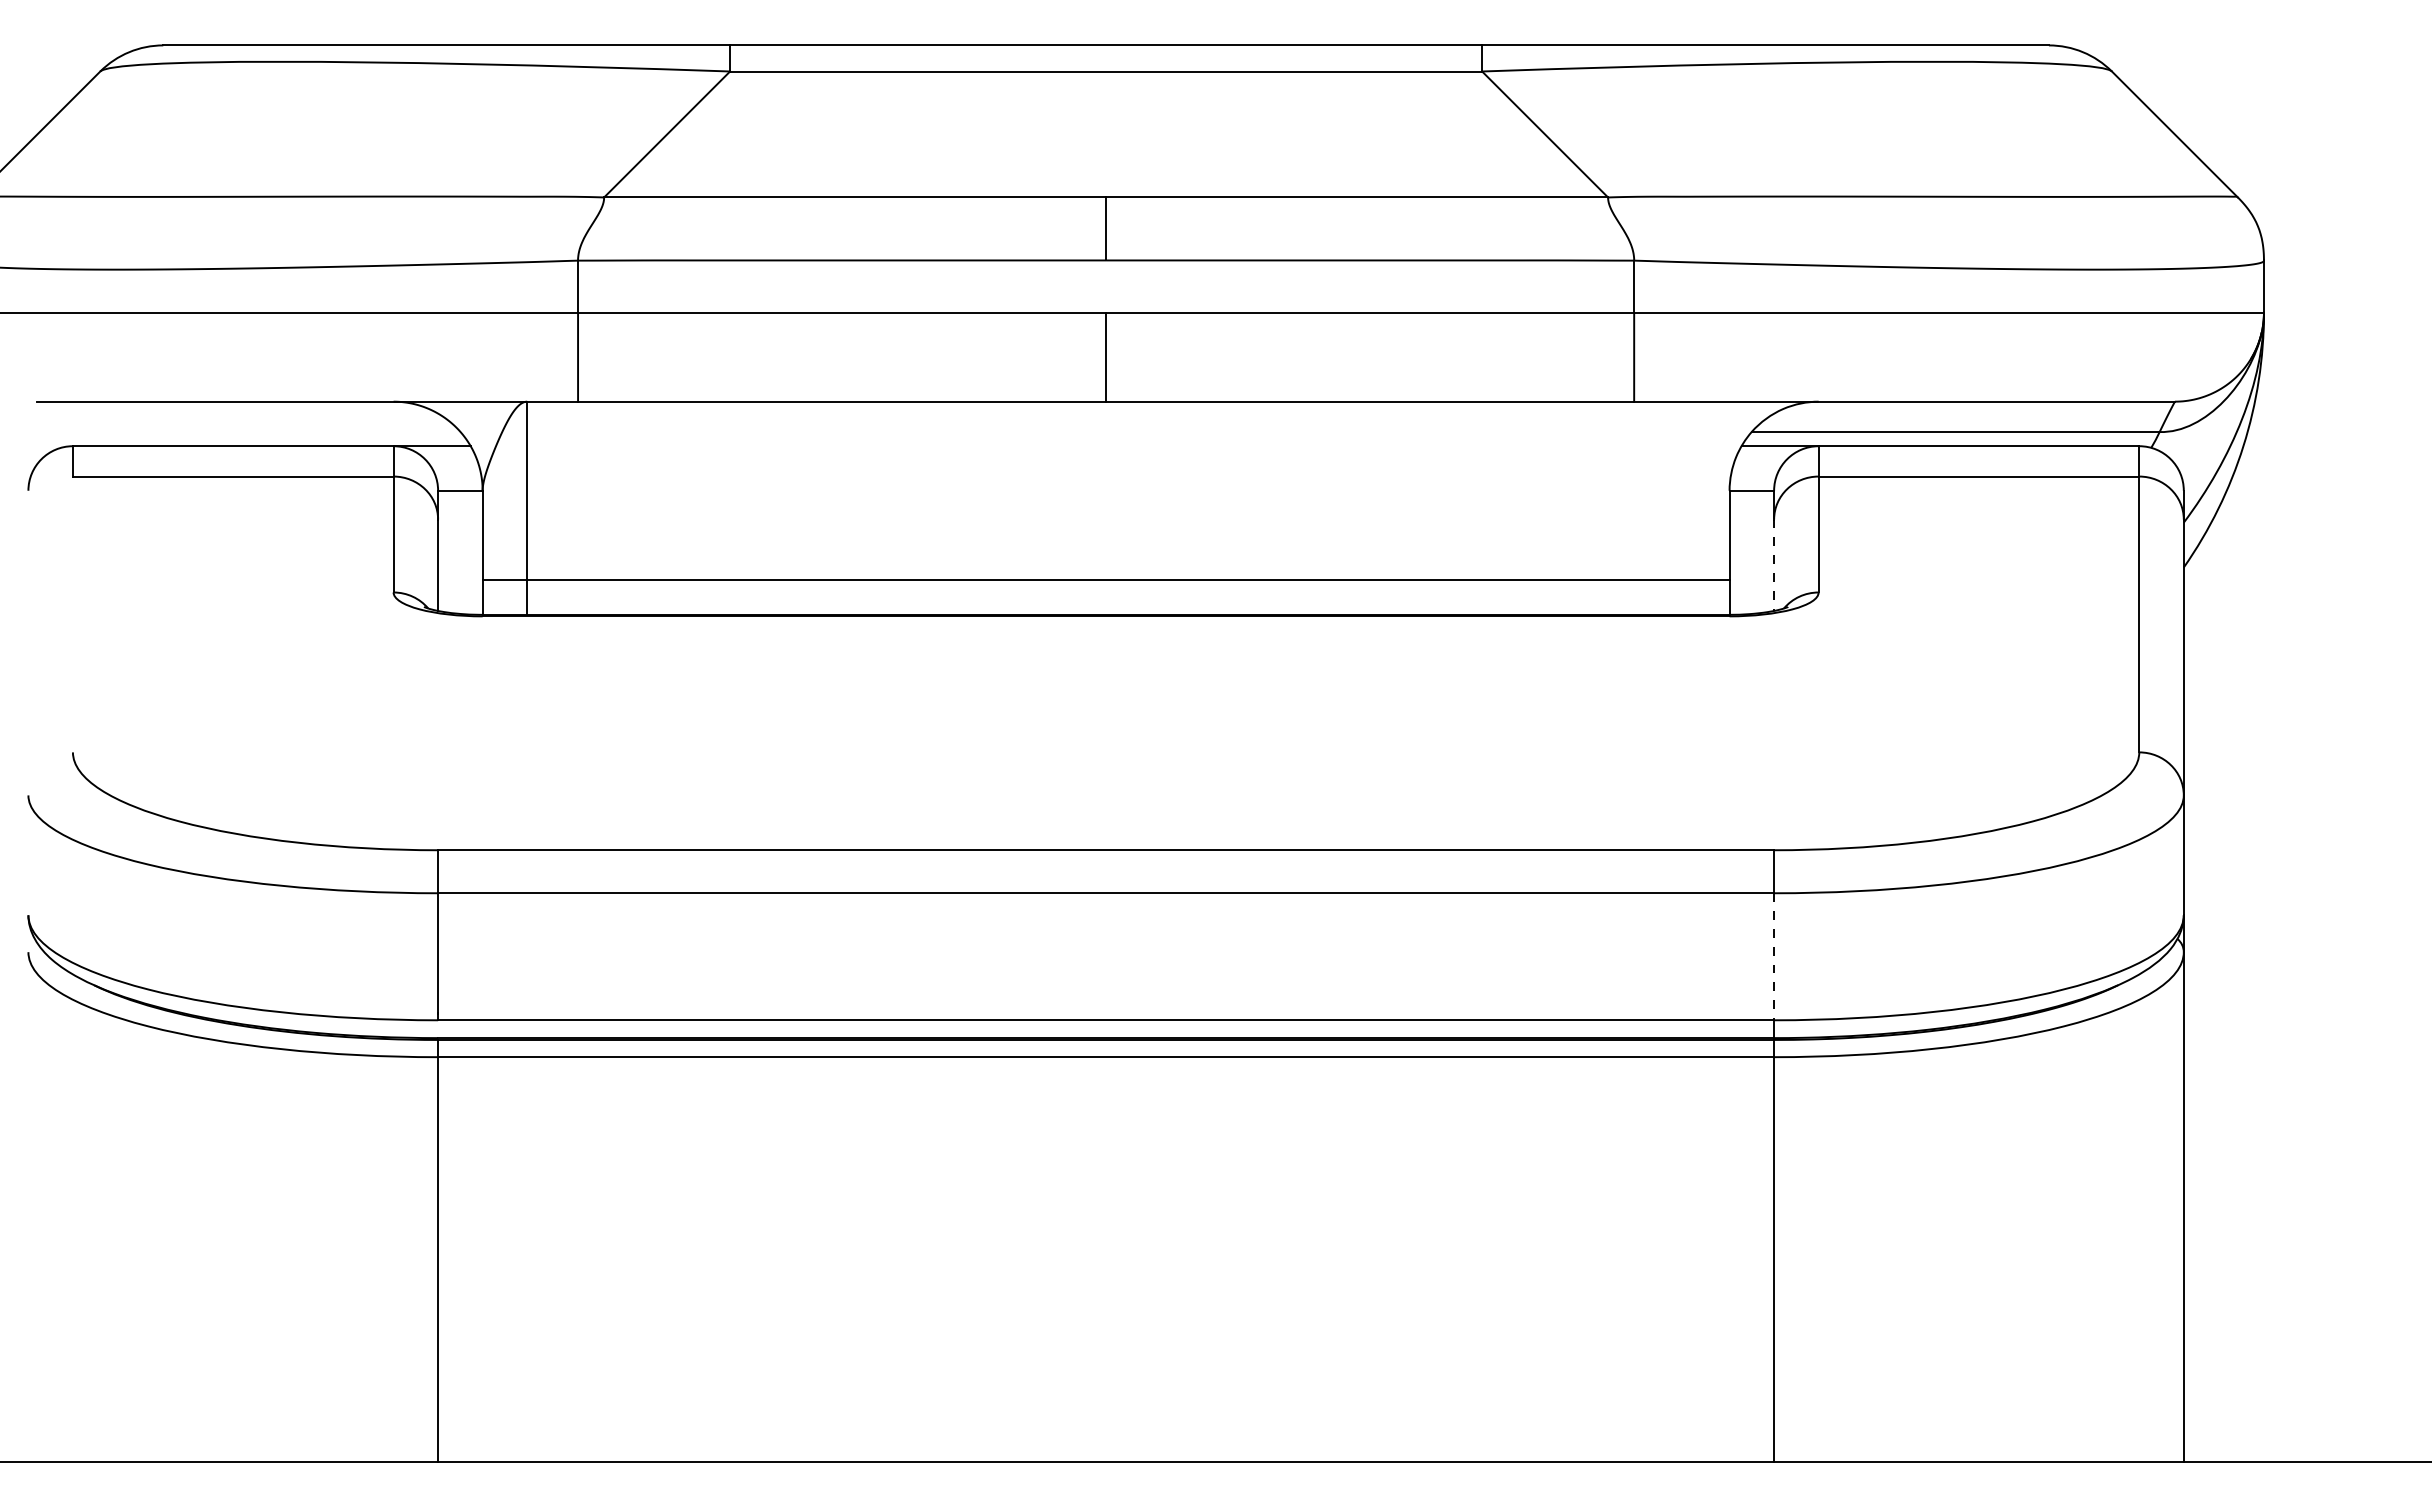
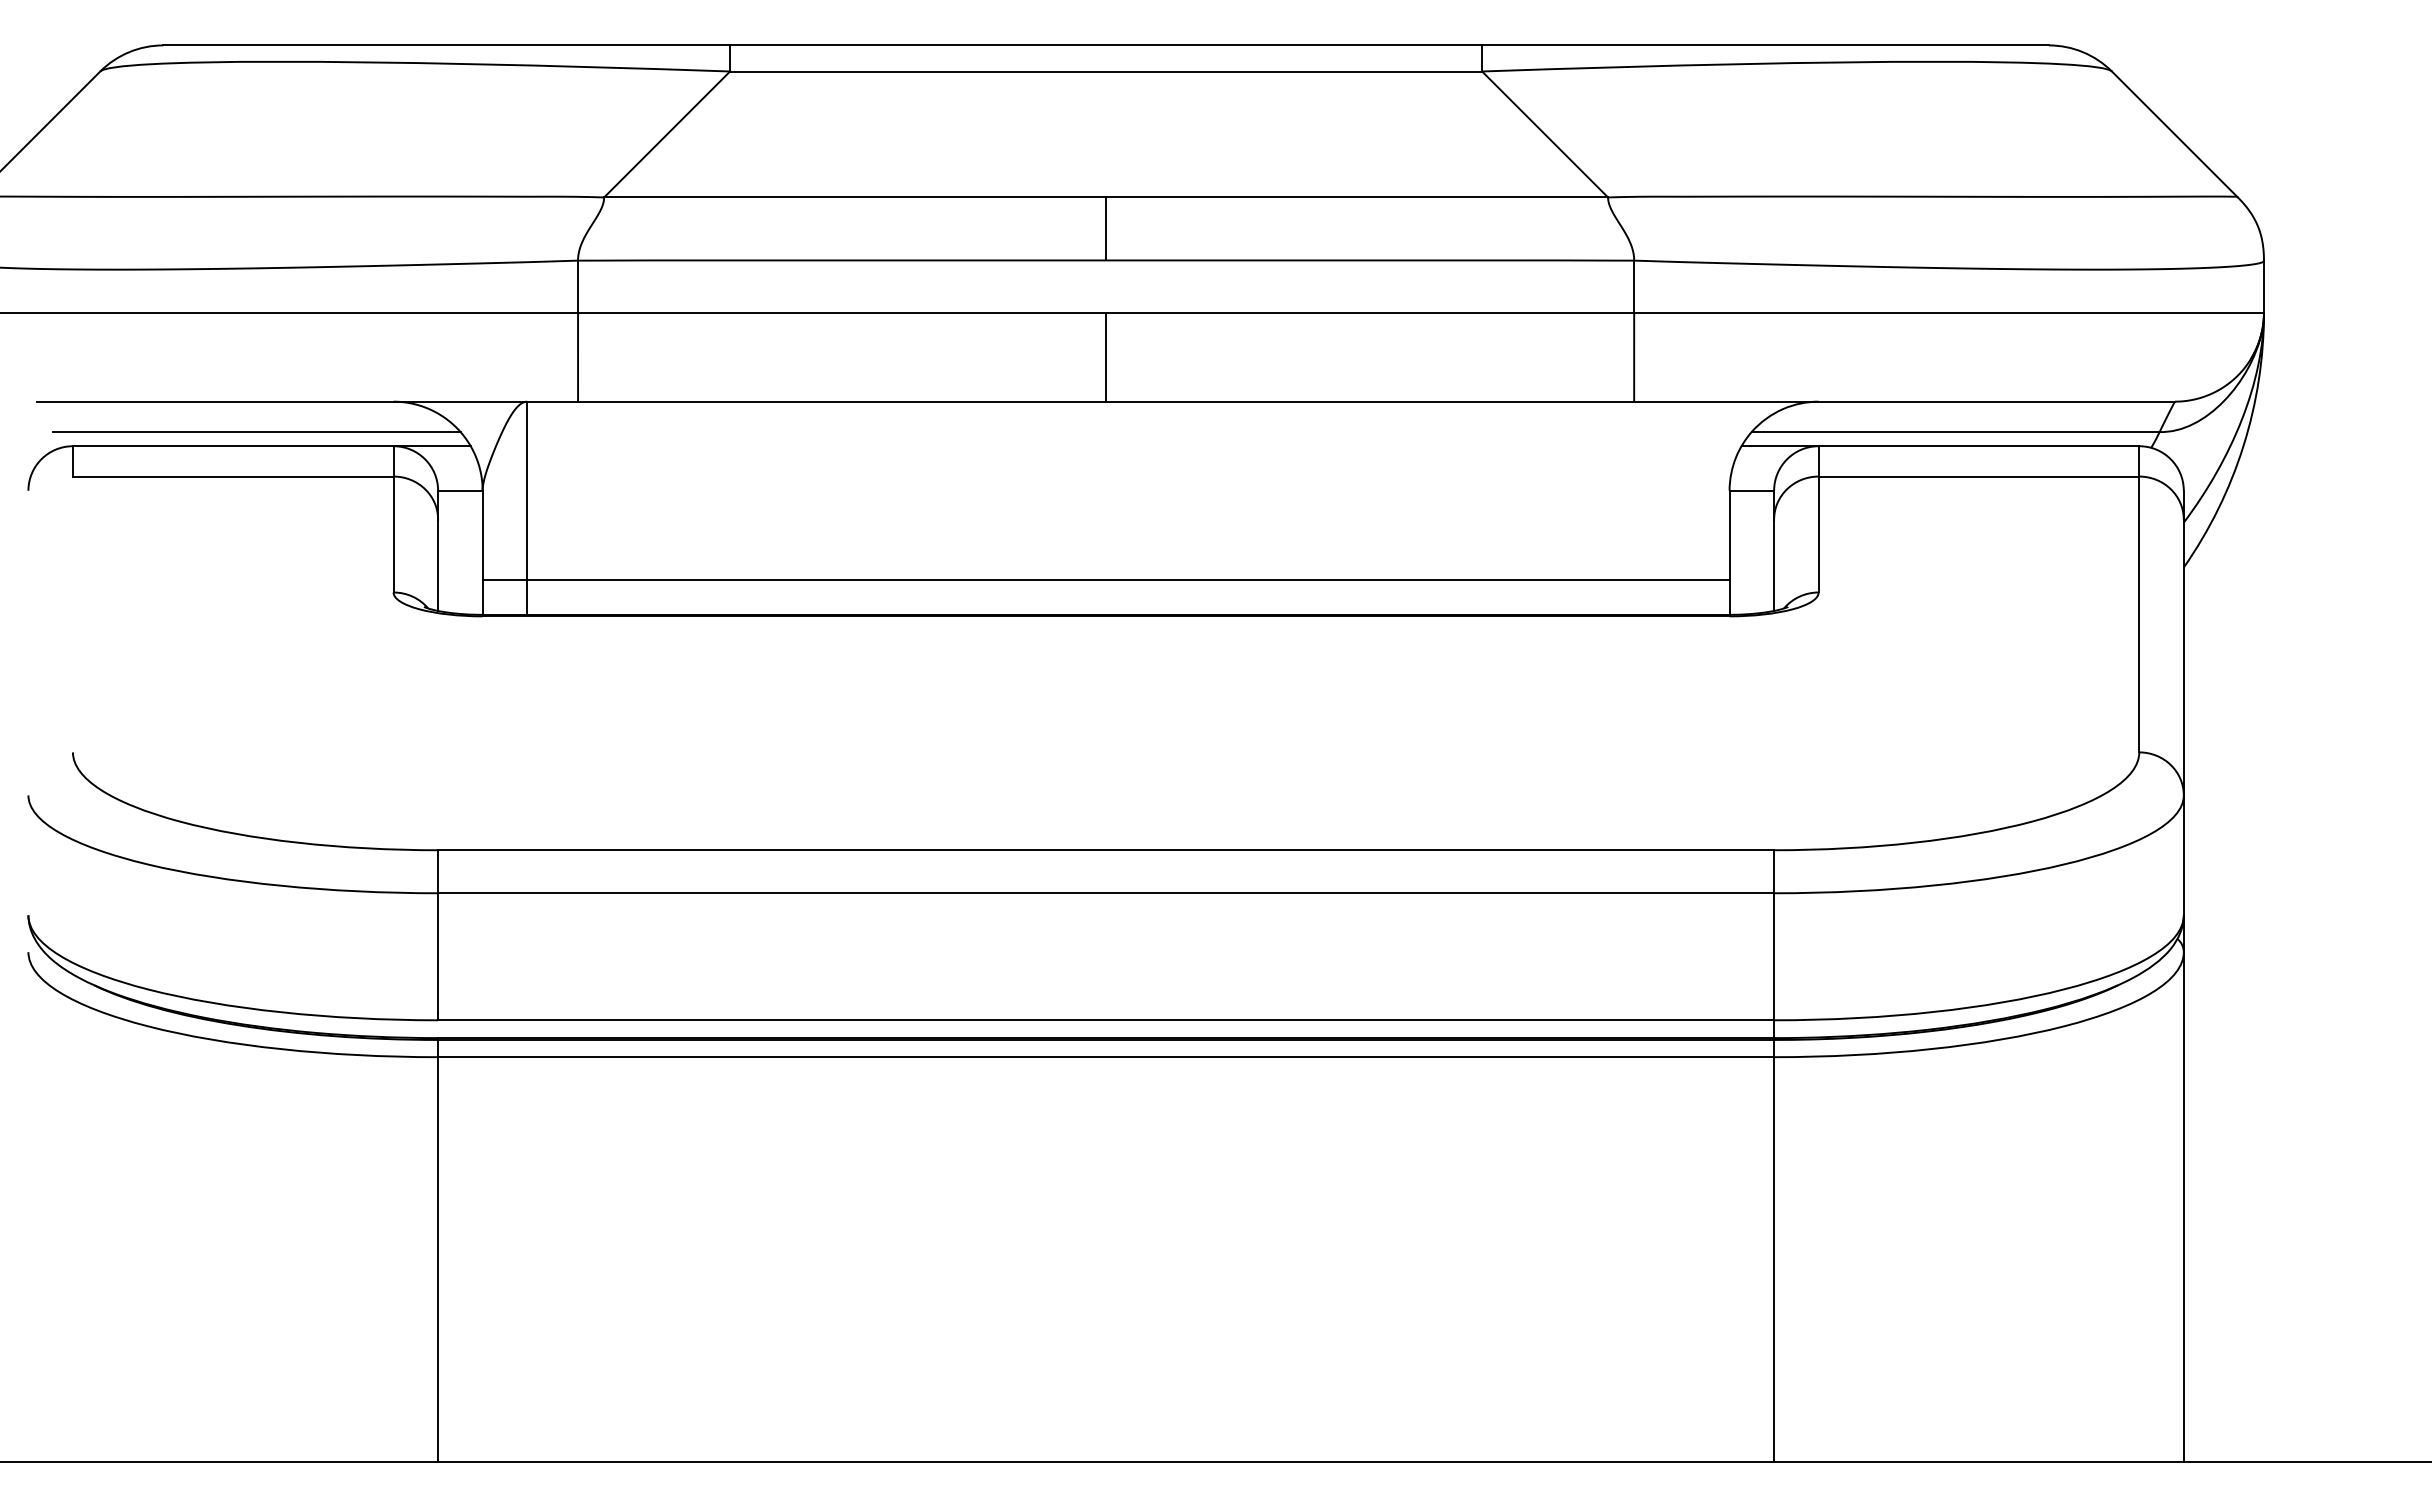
line at (256, 432): none -> present
line at (1774, 565): dashed -> solid
line at (1774, 956): dashed -> solid
